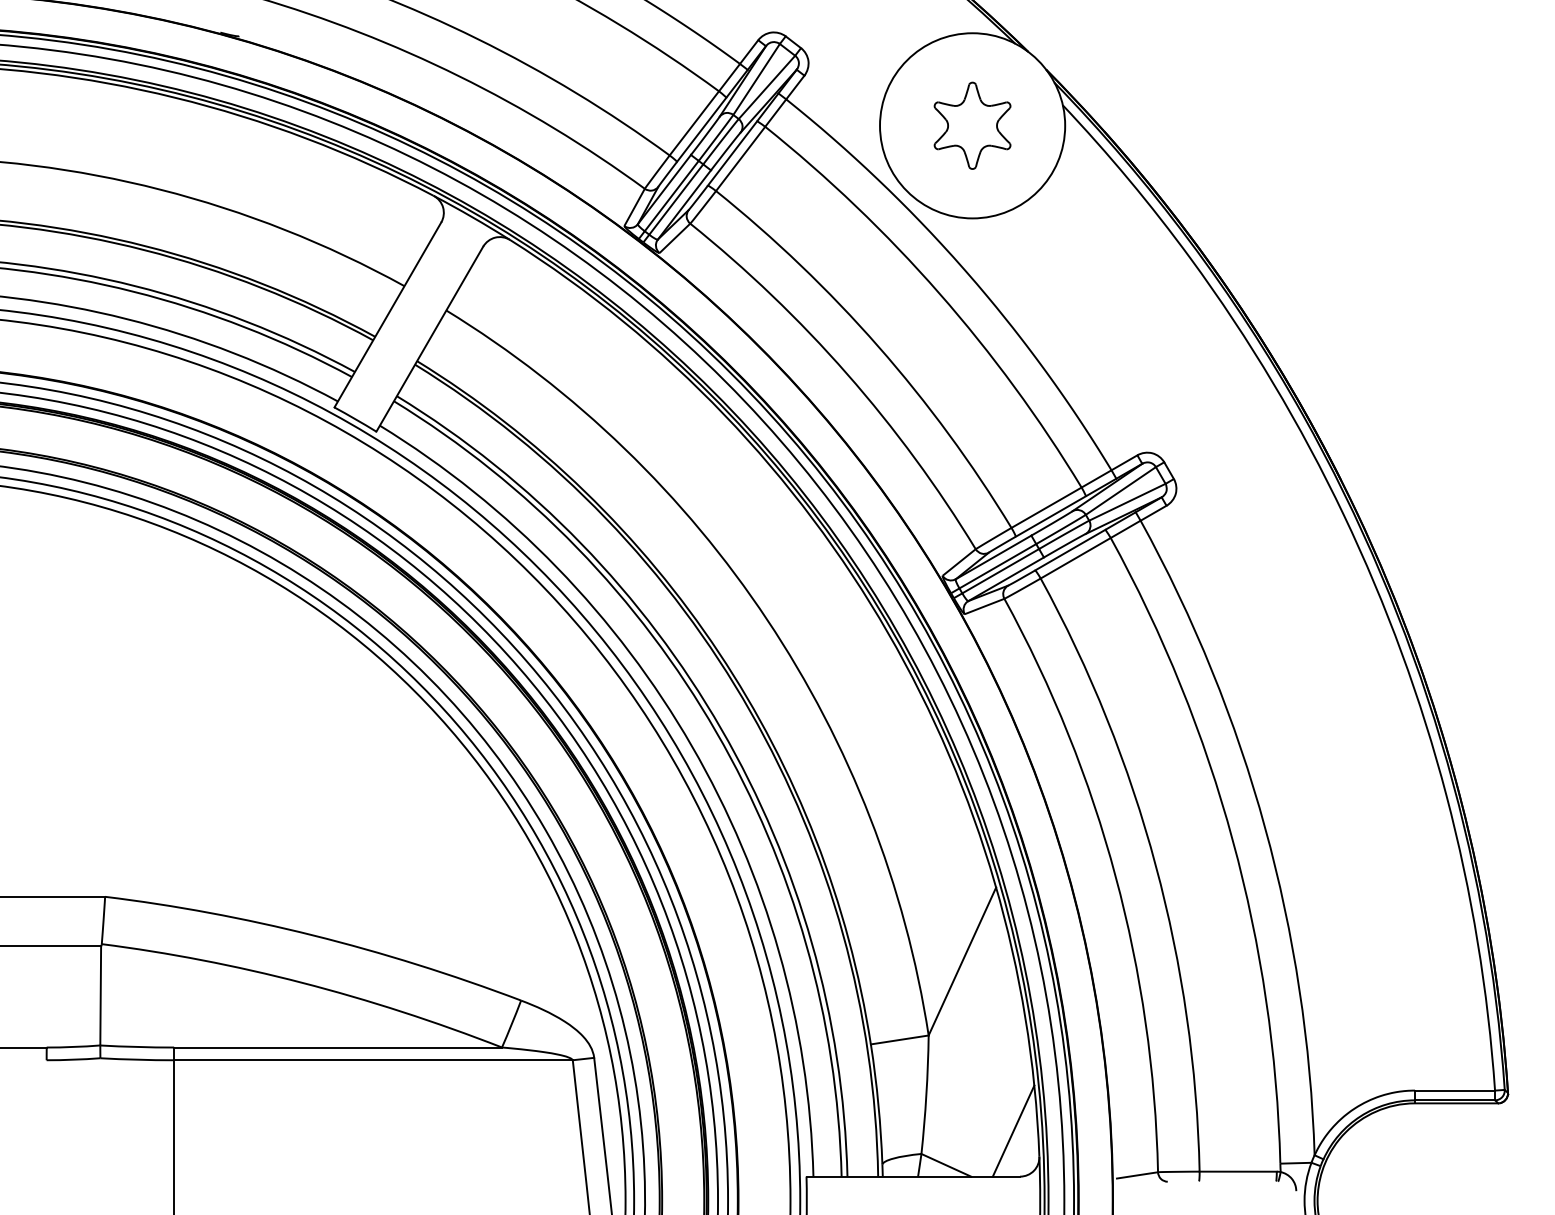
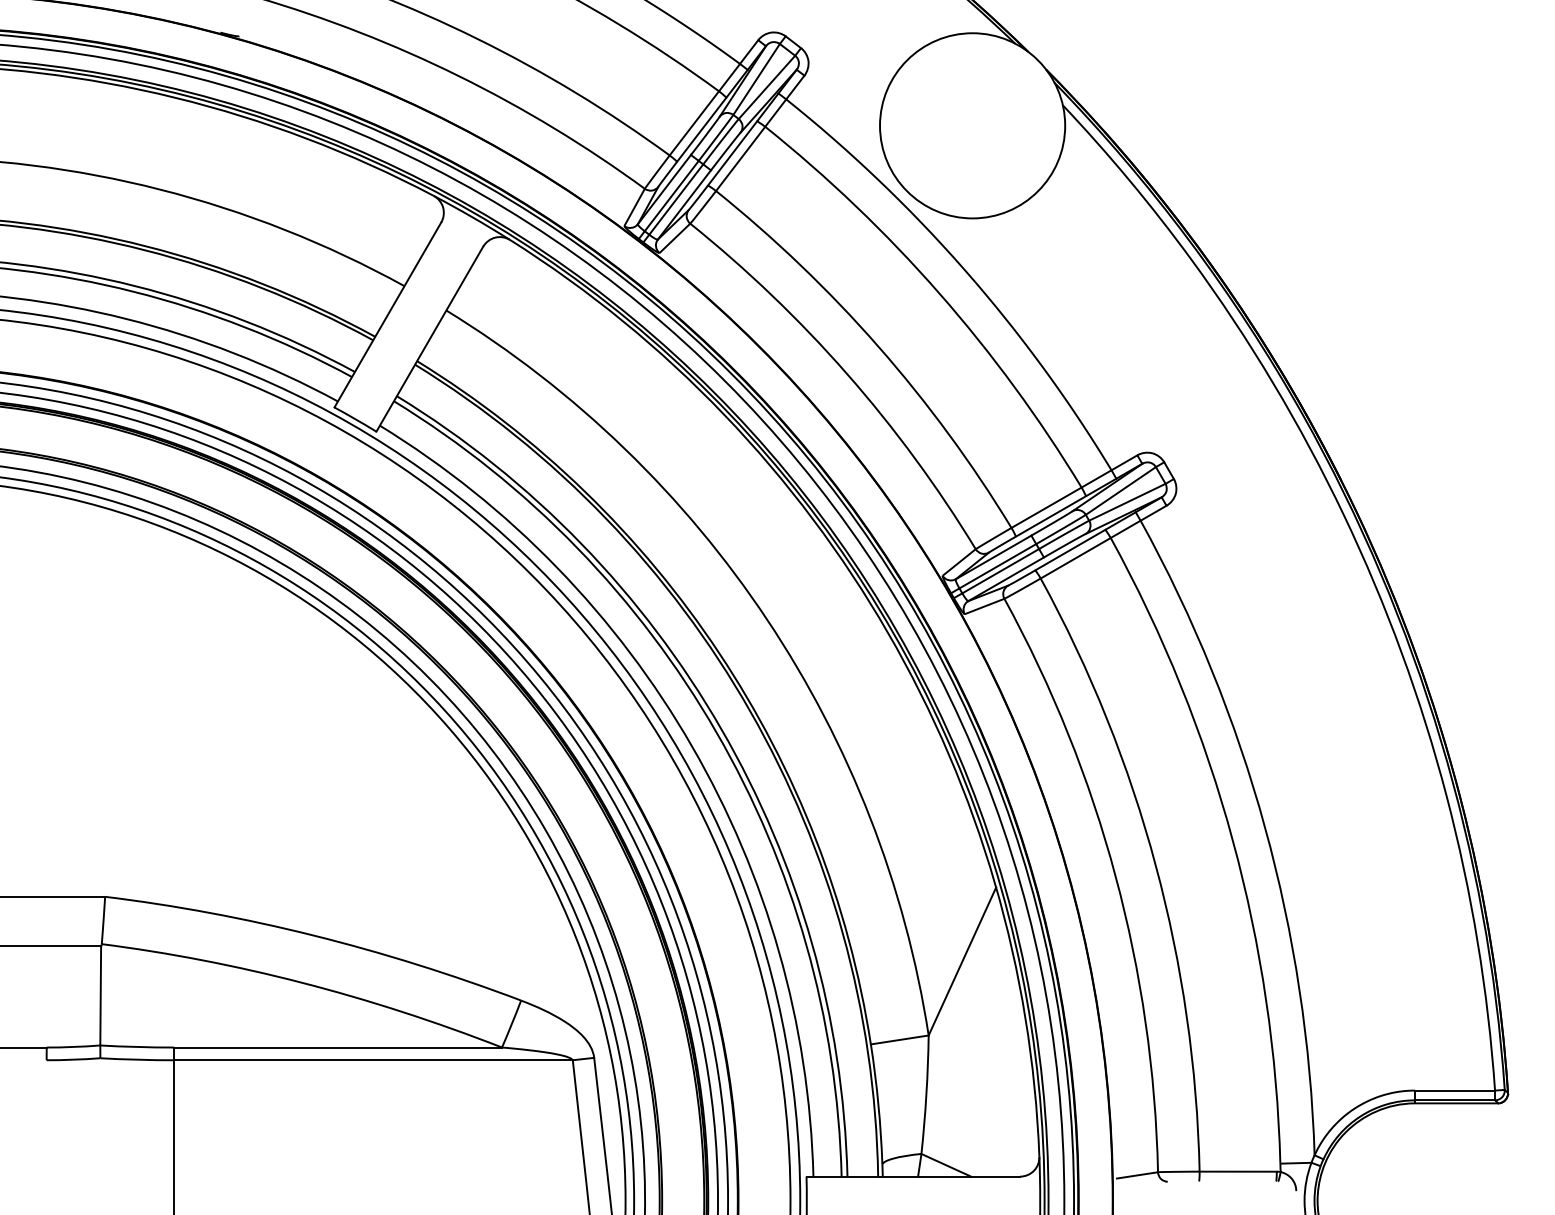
part at (972, 125): present -> none
line at (1013, 1130): present -> none
